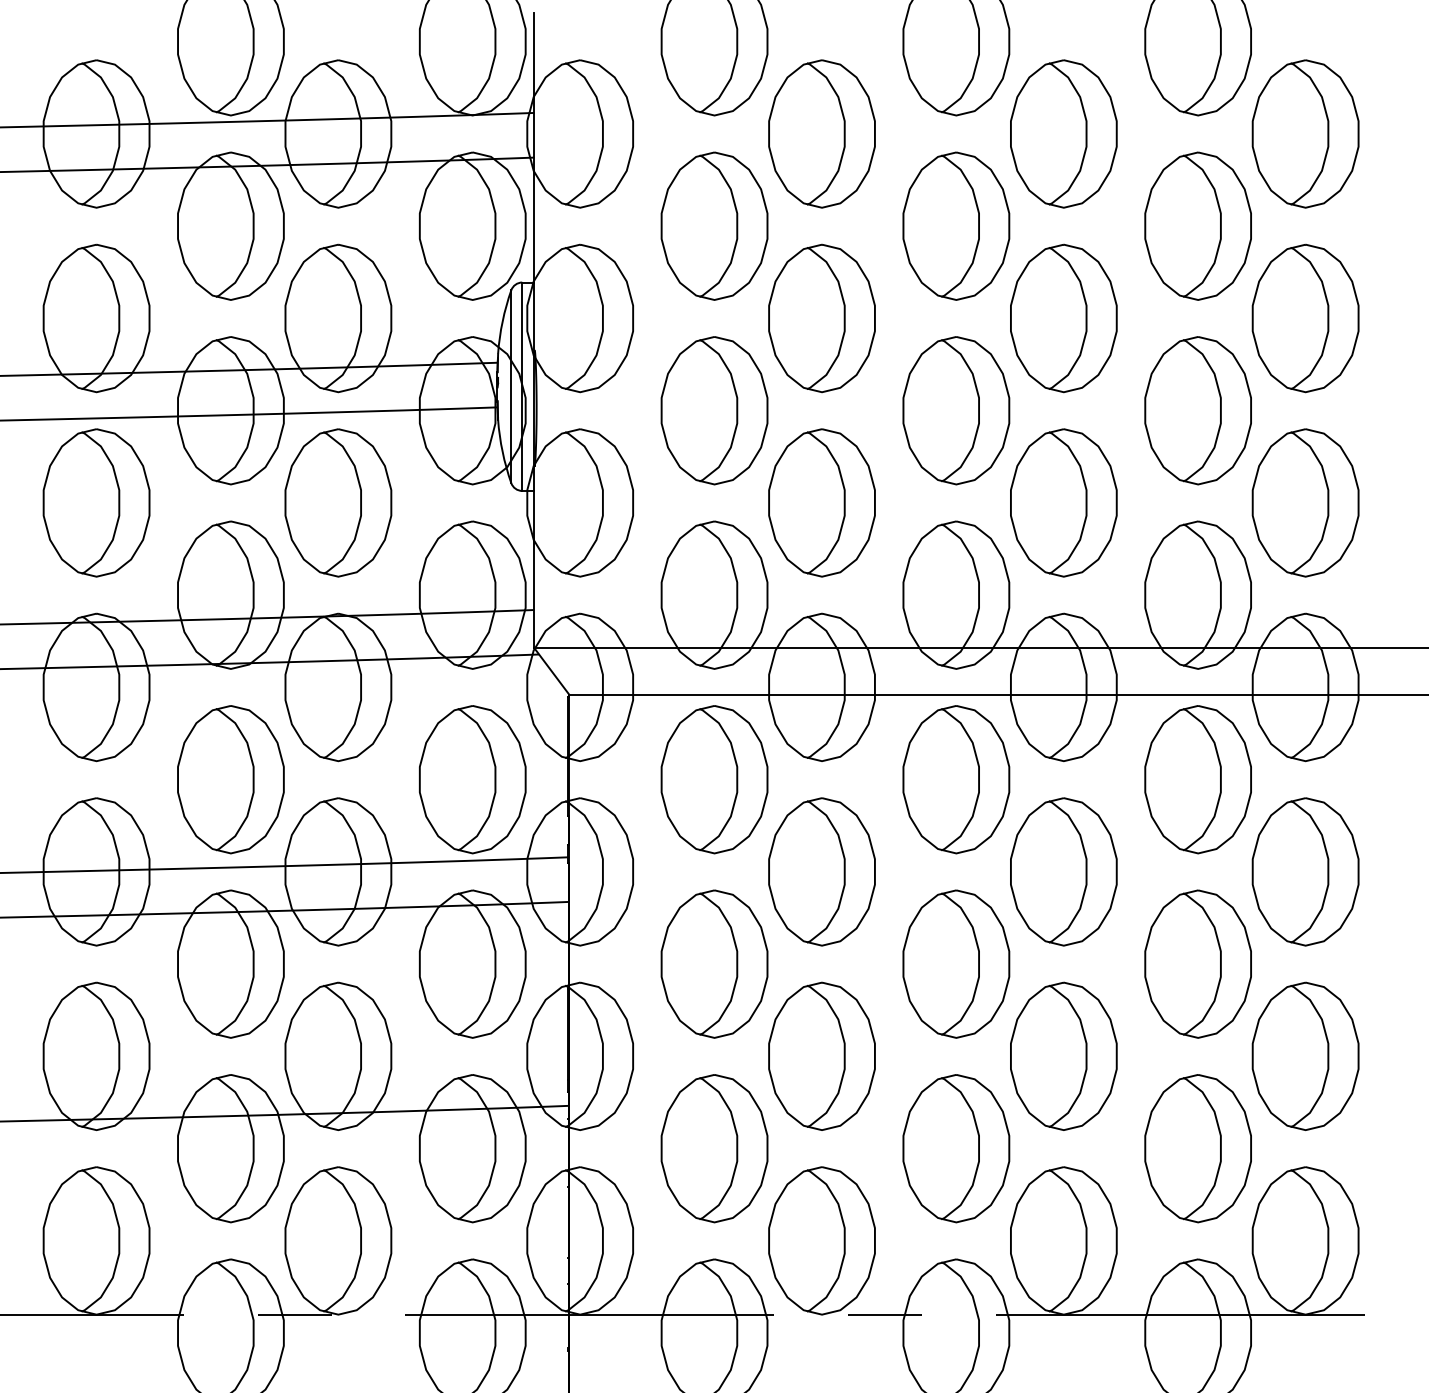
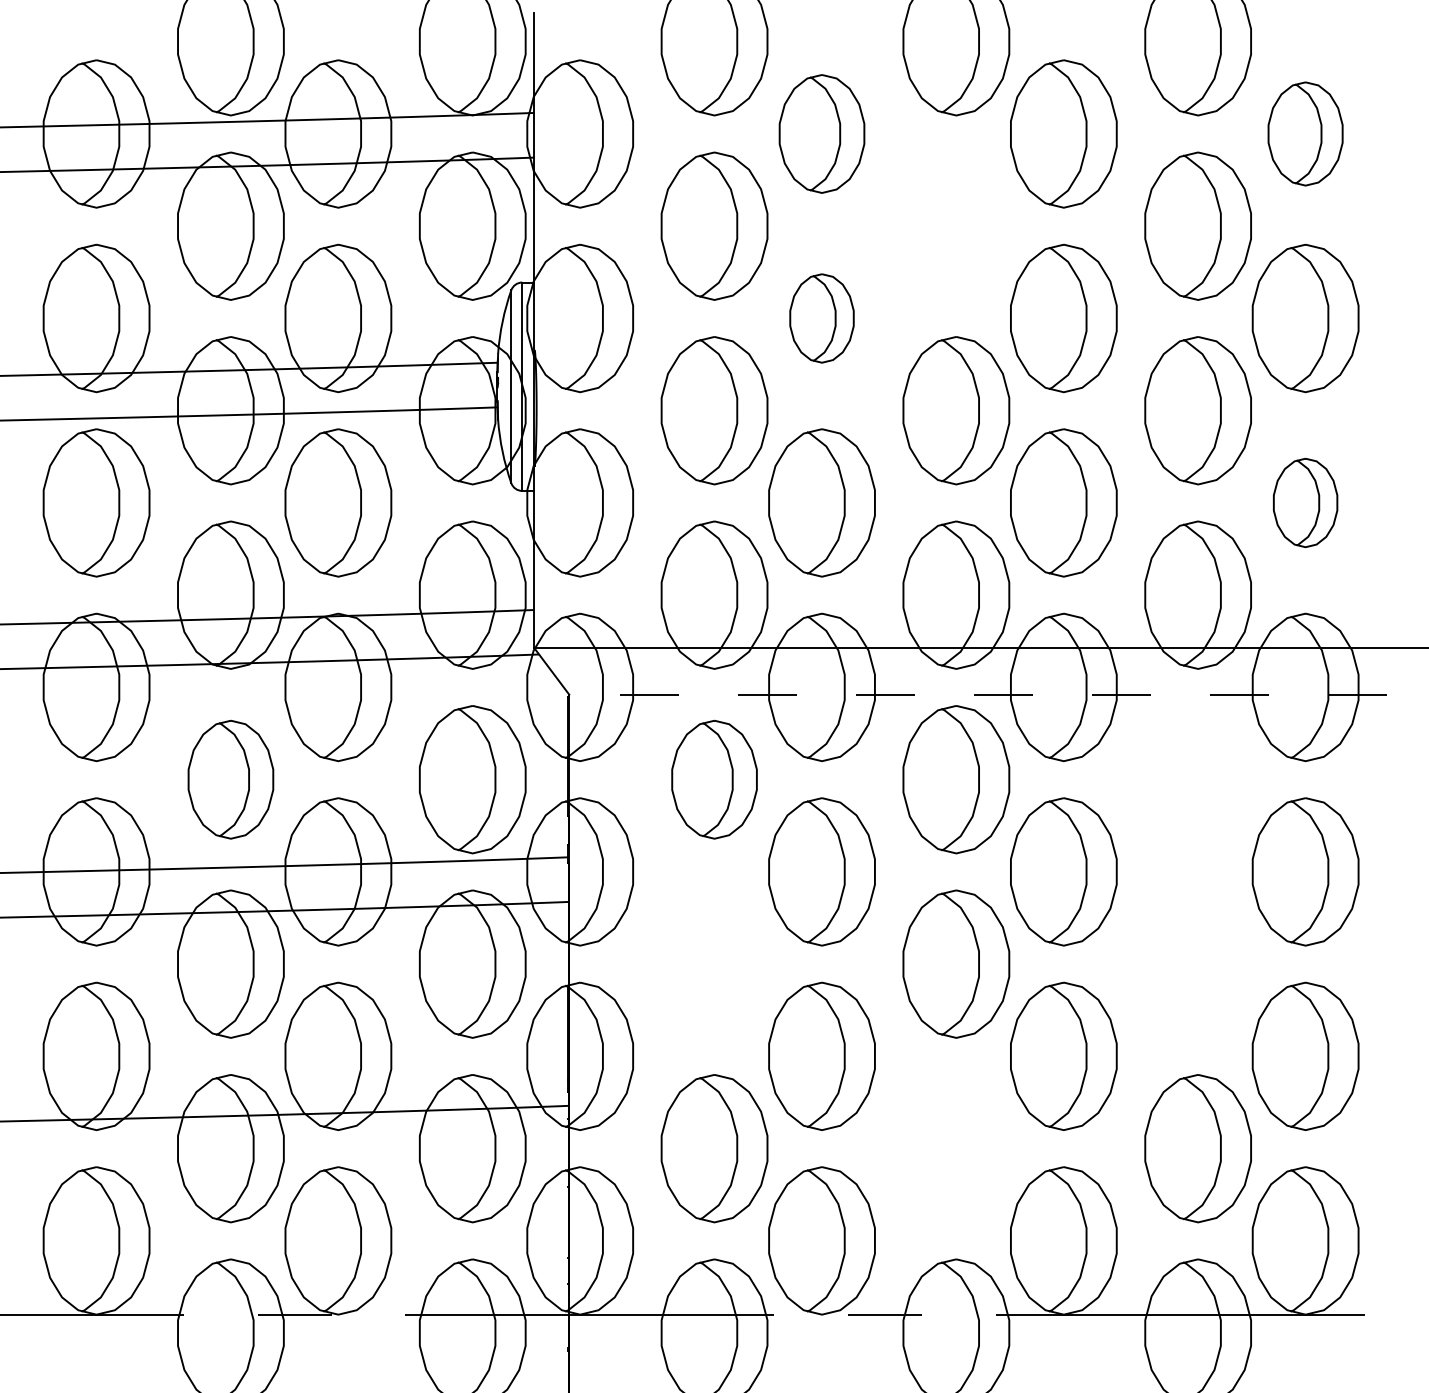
part at (821, 133) size: 108x150 px -> 88x120 px
part at (1305, 133) size: 109x150 px -> 77x106 px
part at (956, 225): present -> none
part at (821, 318) size: 108x151 px -> 66x91 px
part at (1305, 502) size: 109x150 px -> 66x92 px
line at (998, 694): solid -> dashed
part at (230, 779) size: 108x150 px -> 88x120 px
part at (714, 779) size: 109x150 px -> 87x121 px
part at (1197, 779): present -> none
part at (714, 963): present -> none
part at (1197, 963): present -> none
part at (956, 1148): present -> none
